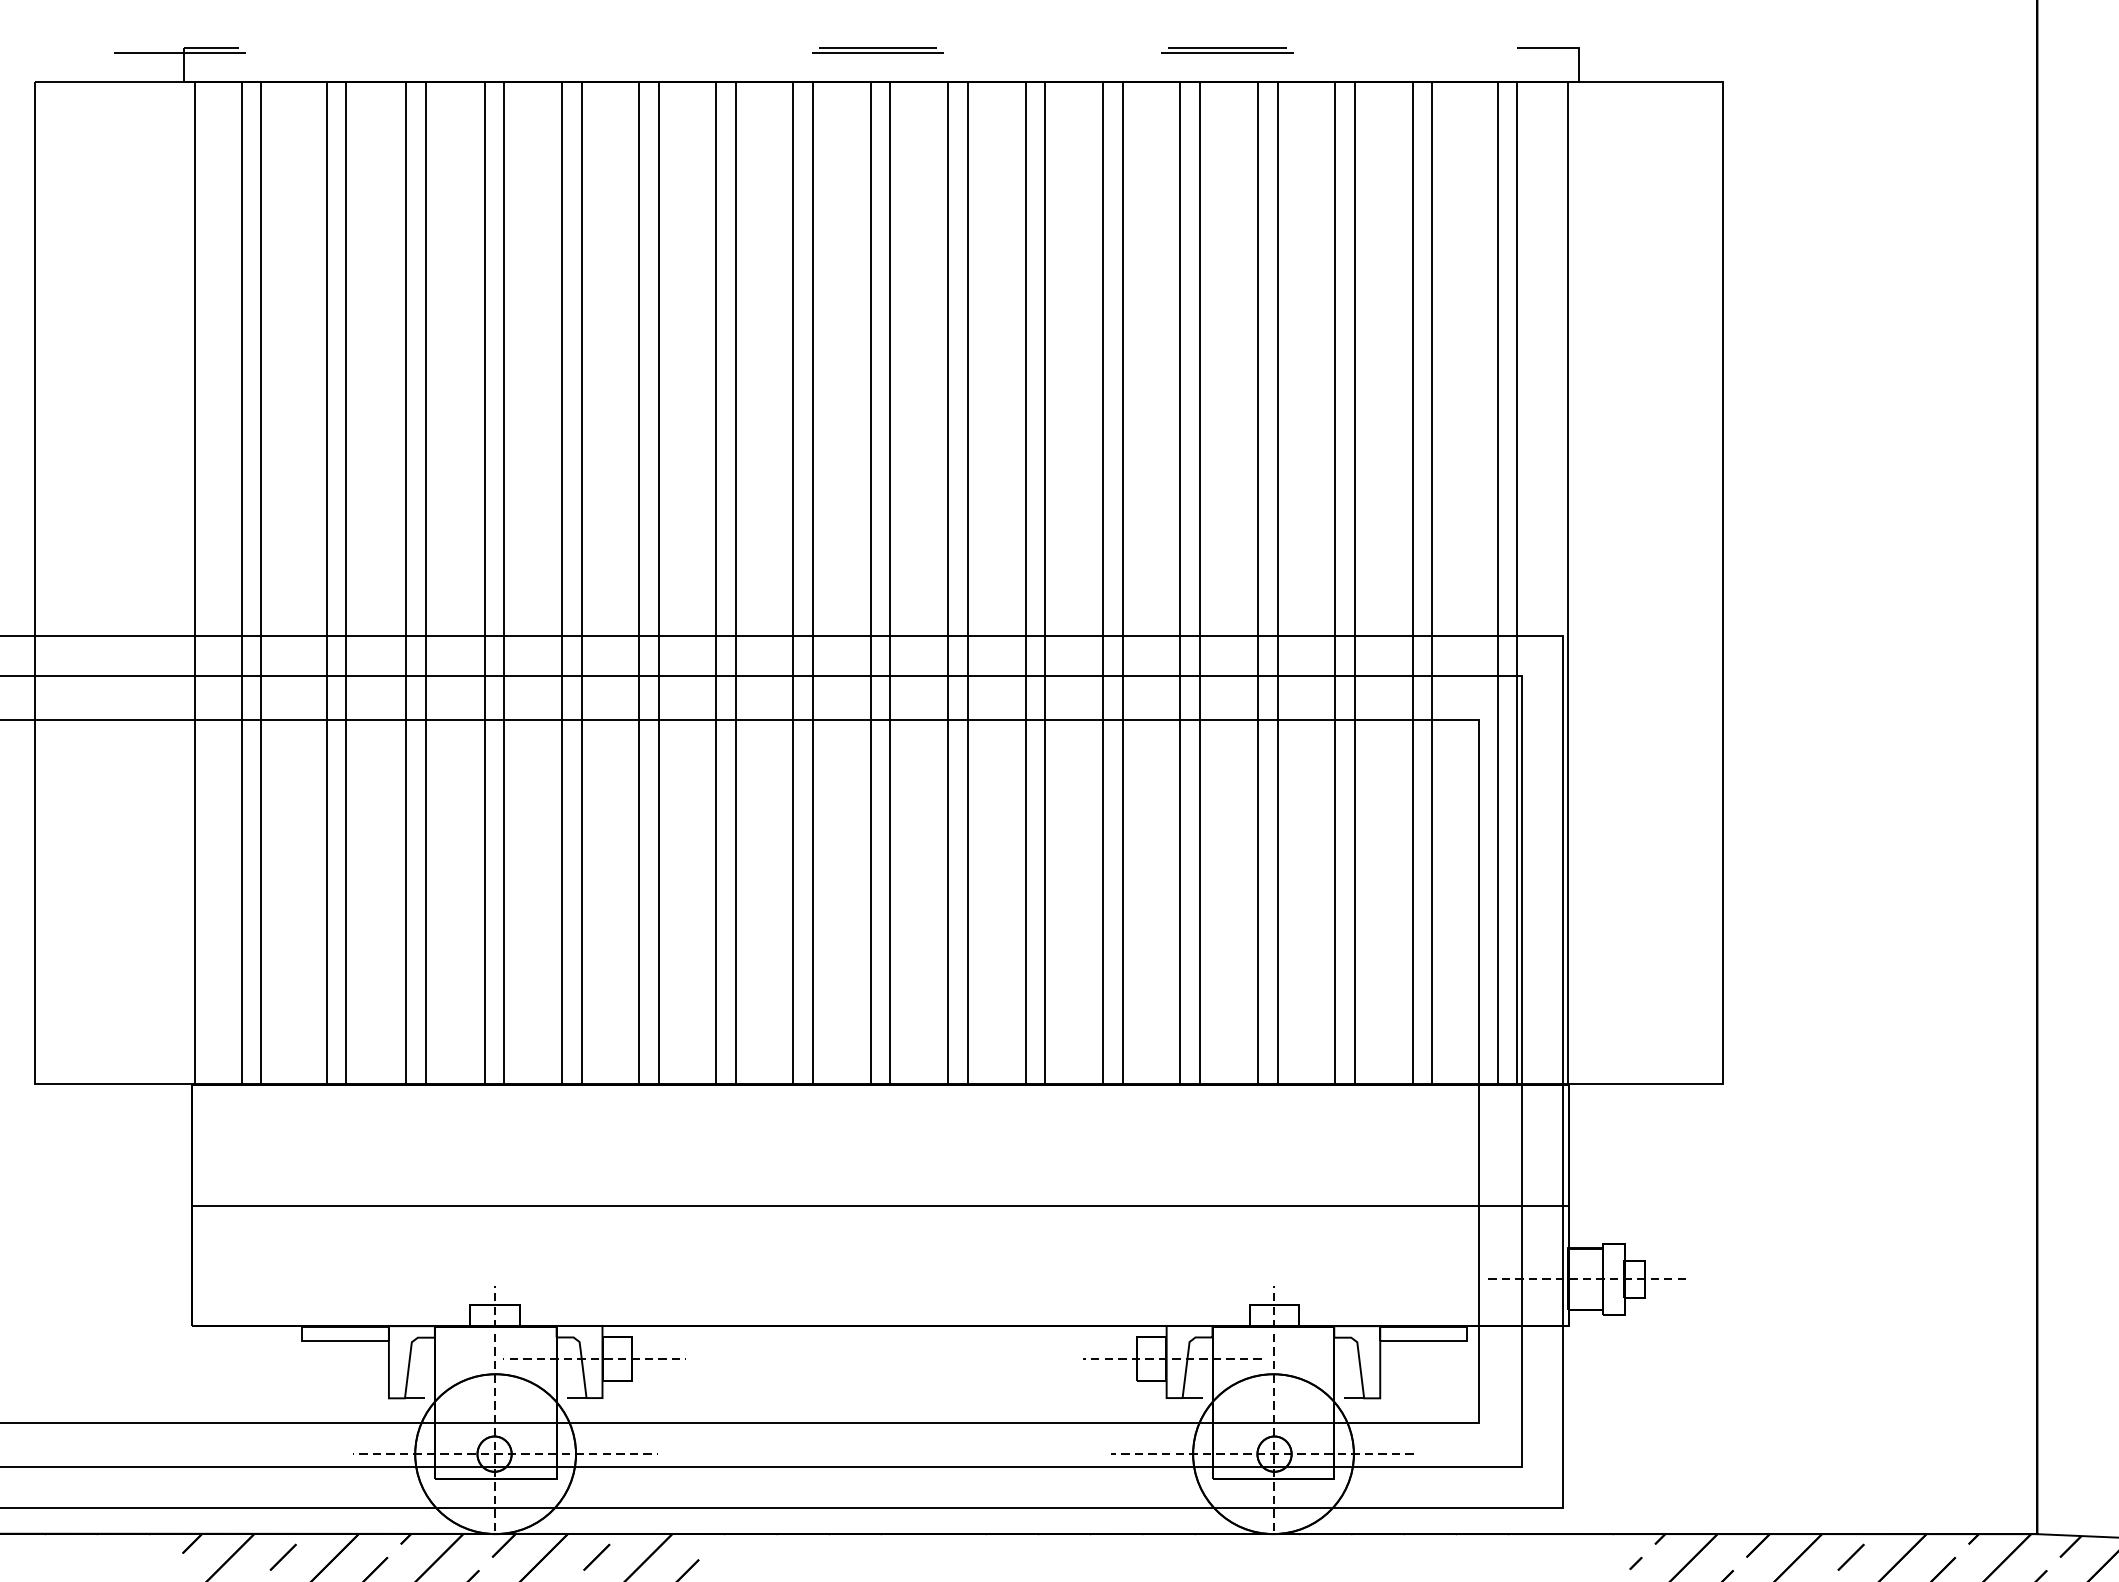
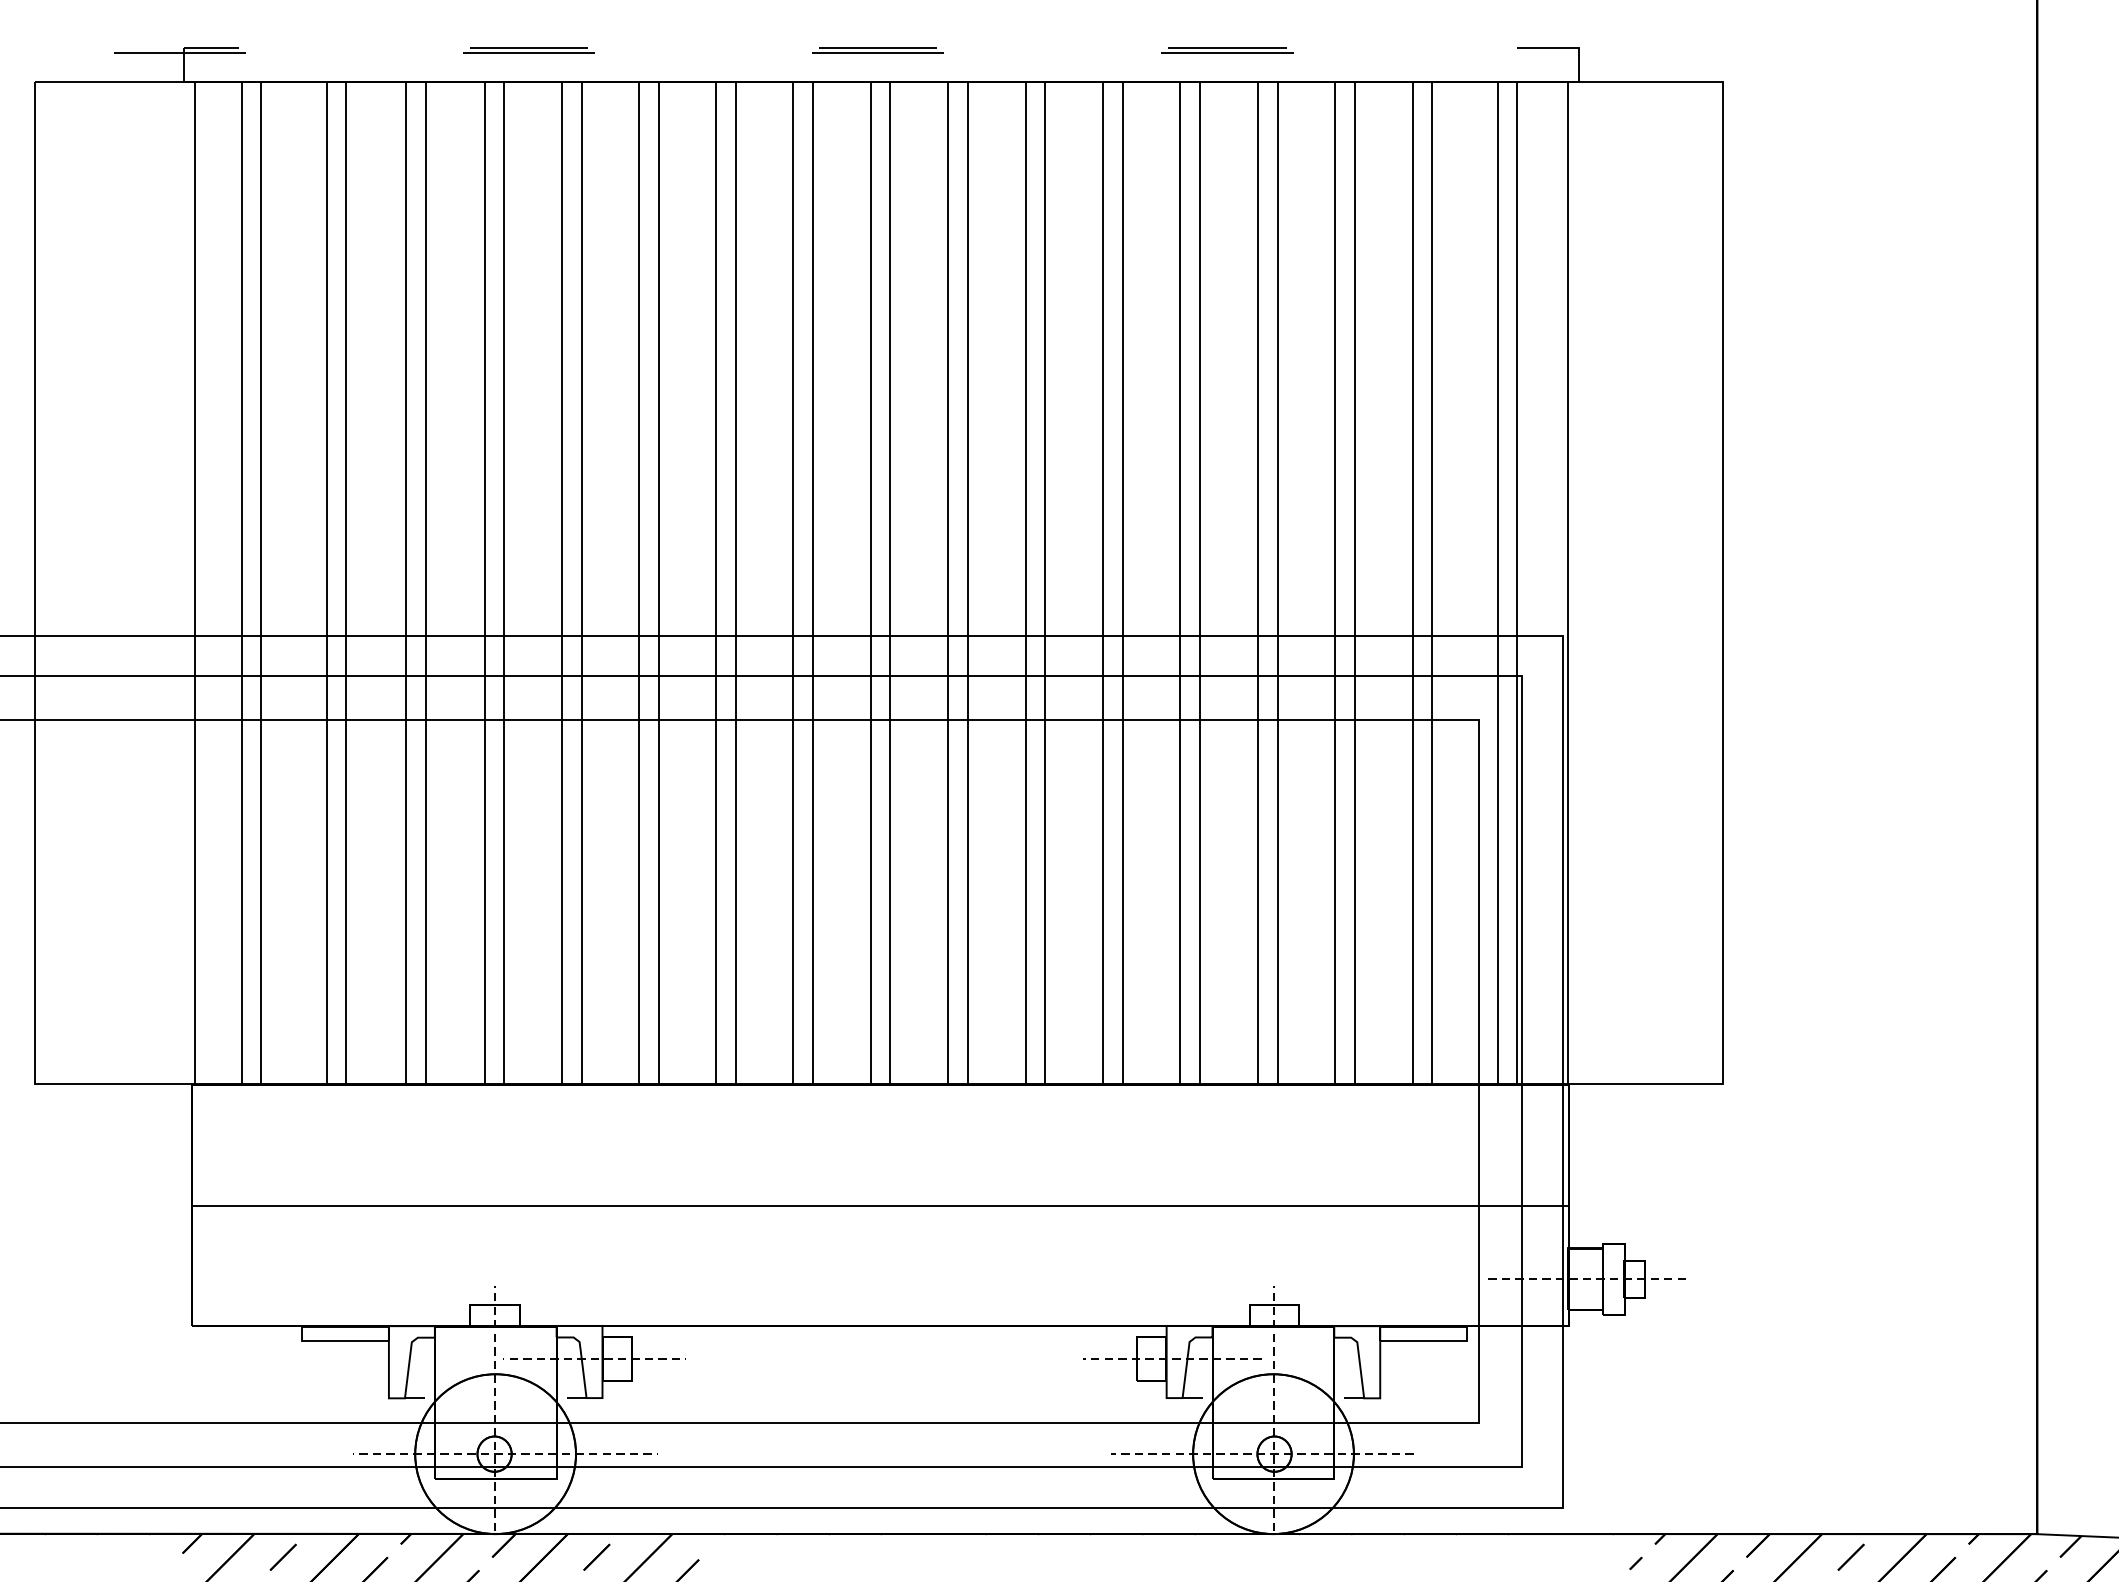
part at (528, 50): none -> present
